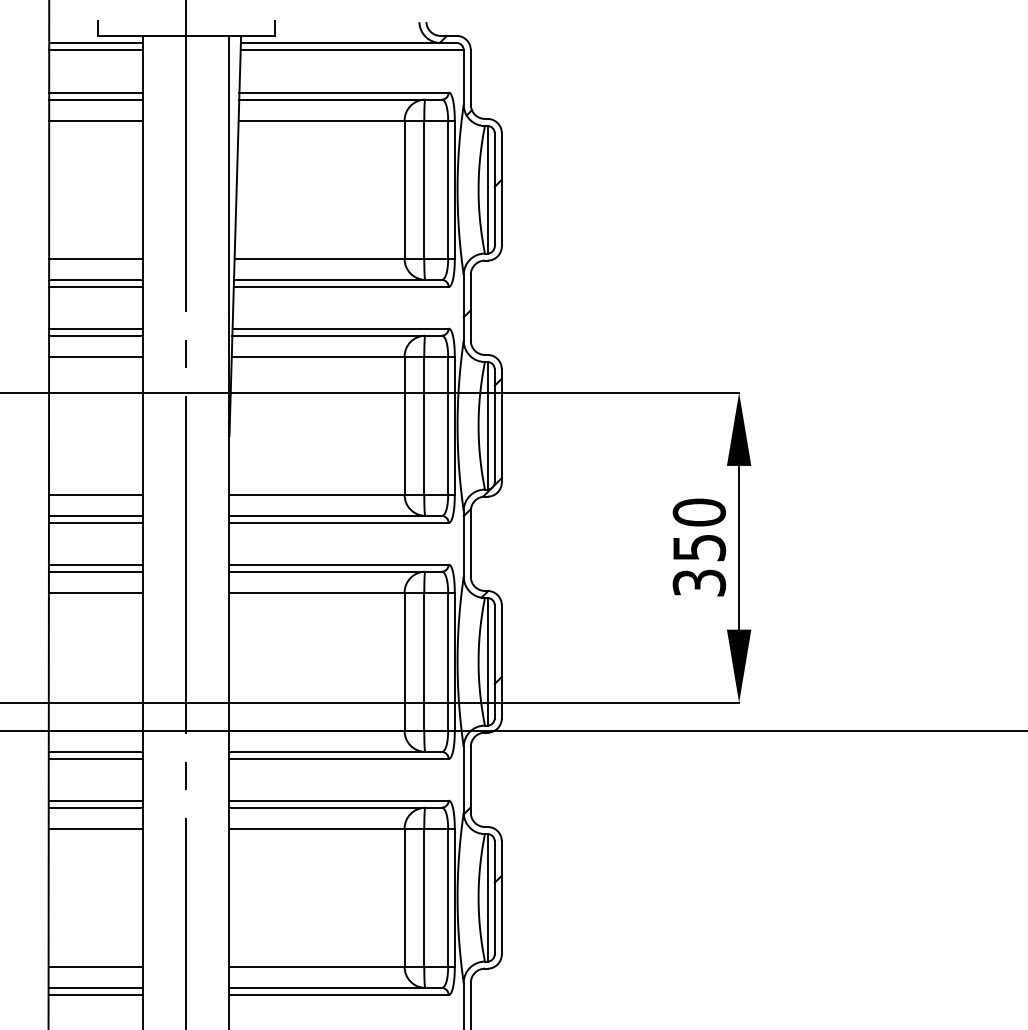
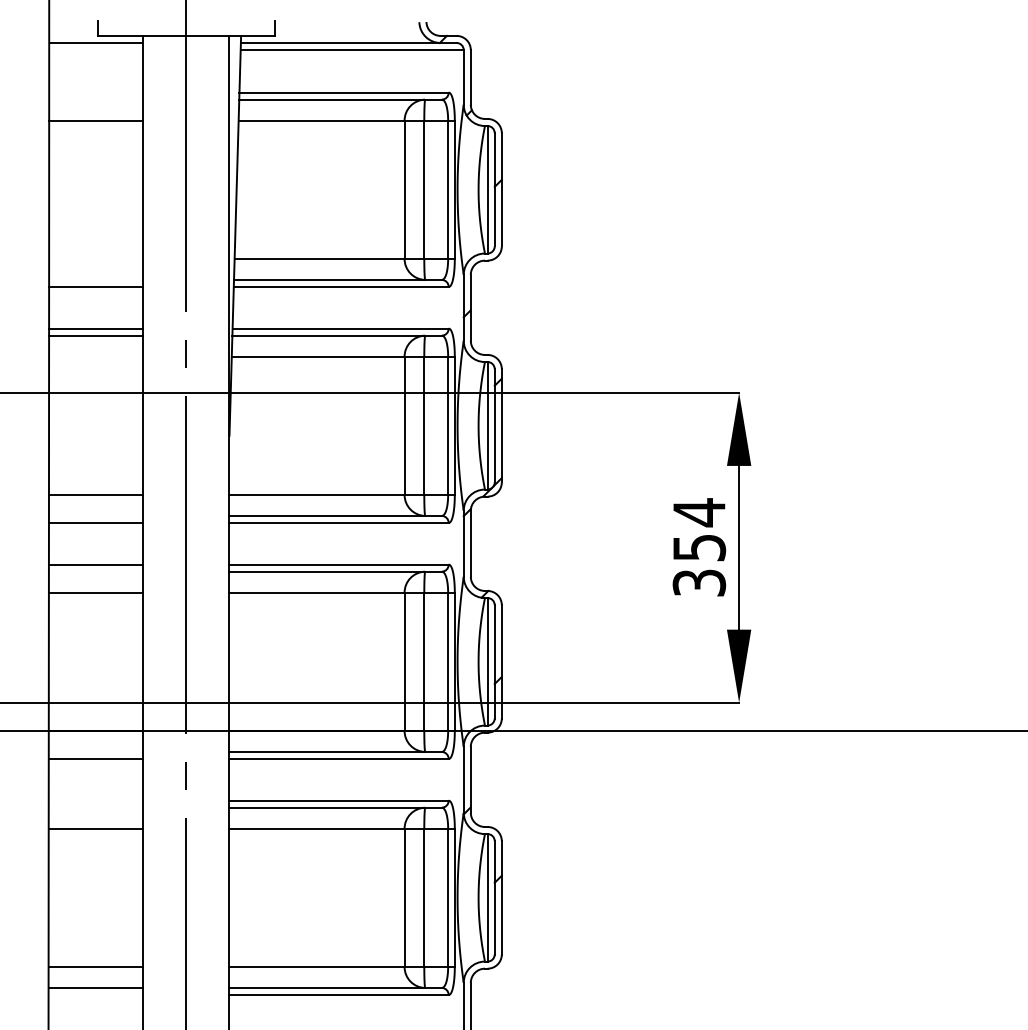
line at (95, 50): present -> none
line at (95, 92): present -> none
line at (95, 99): present -> none
line at (95, 258): present -> none
line at (95, 279): present -> none
line at (95, 356): present -> none
text at (699, 512): 350 -> 354
line at (95, 515): present -> none
line at (95, 571): present -> none
line at (95, 751): present -> none
line at (95, 800): present -> none
line at (95, 807): present -> none
line at (95, 995): present -> none
